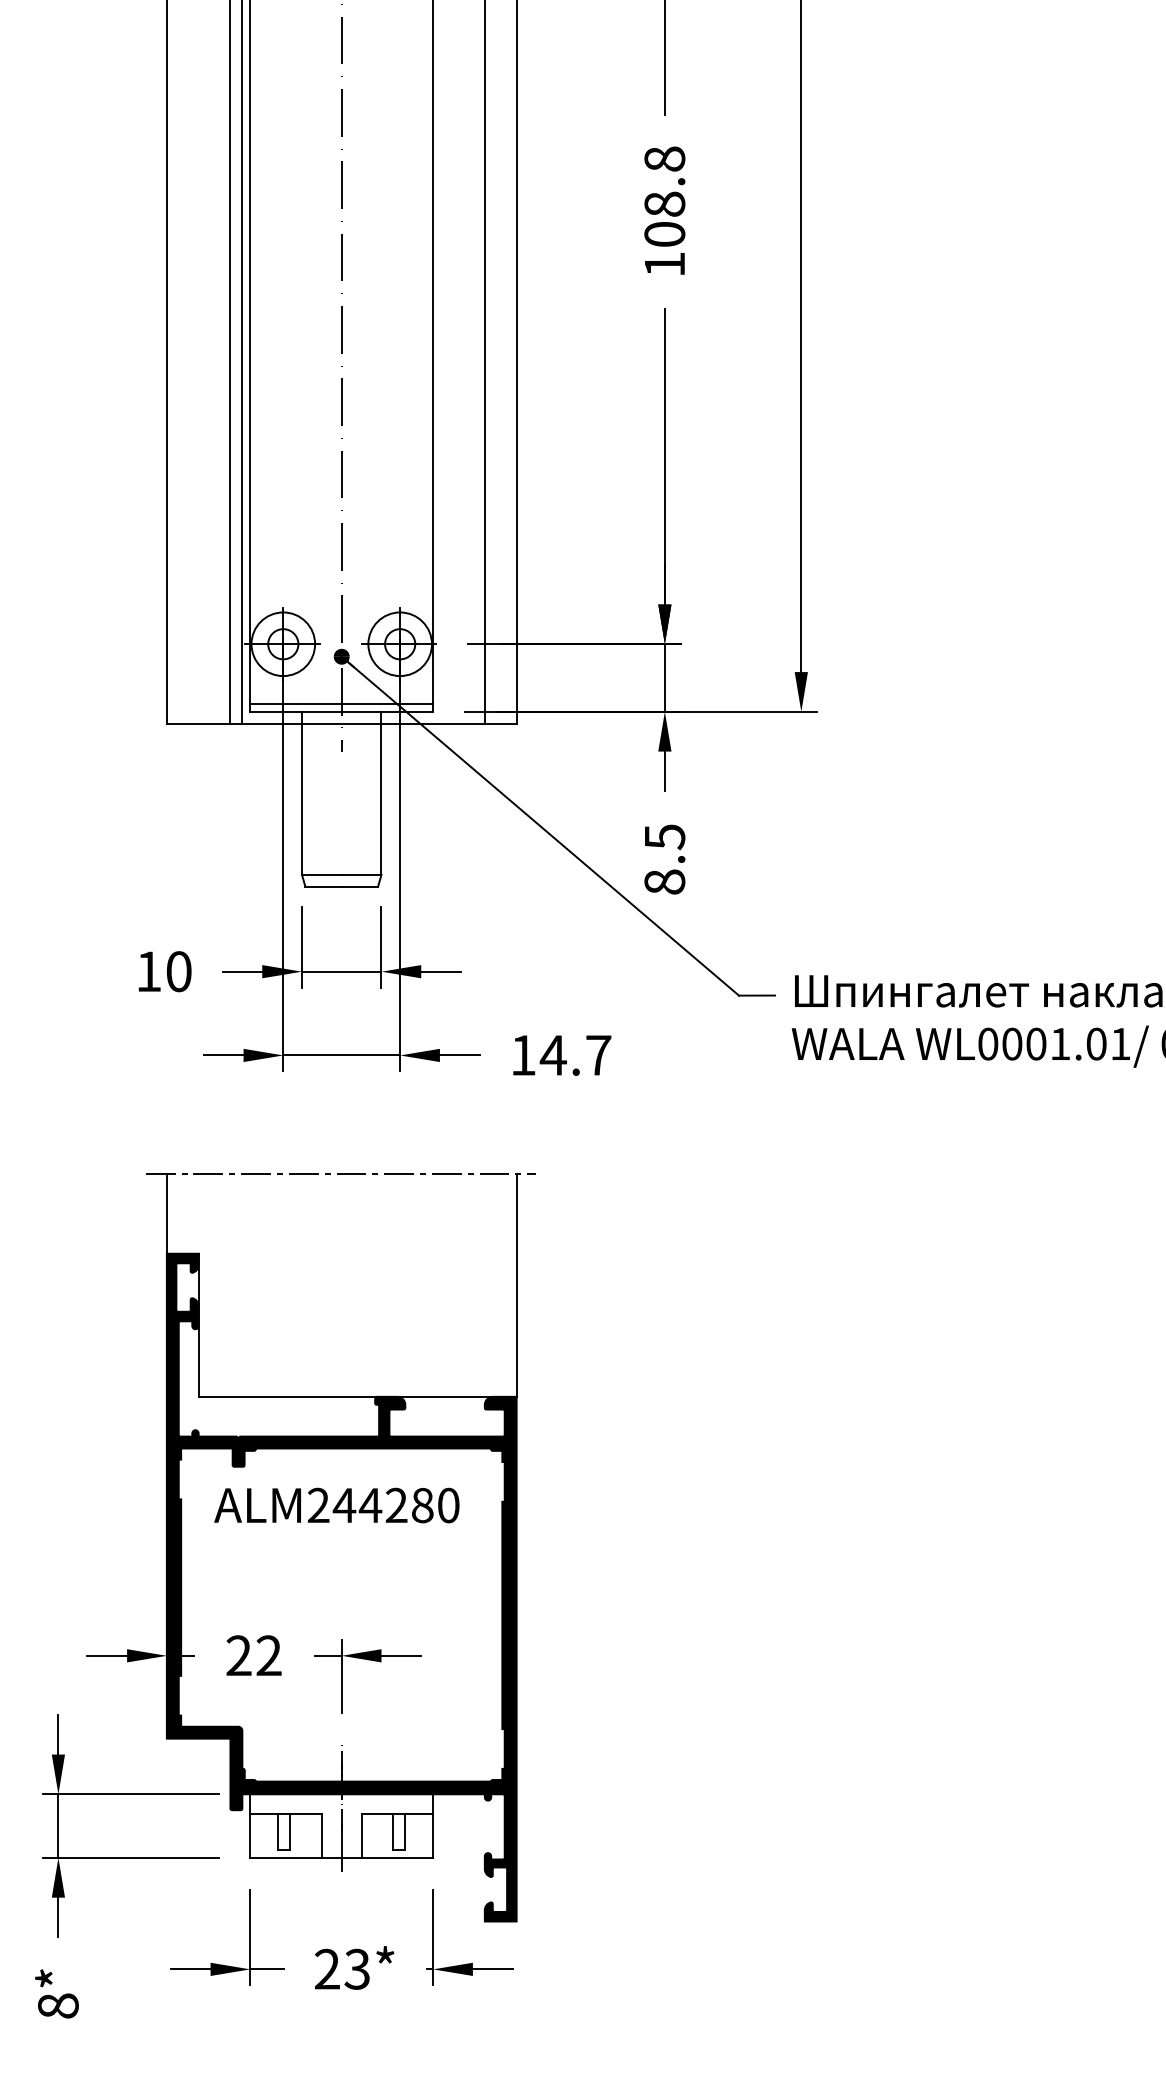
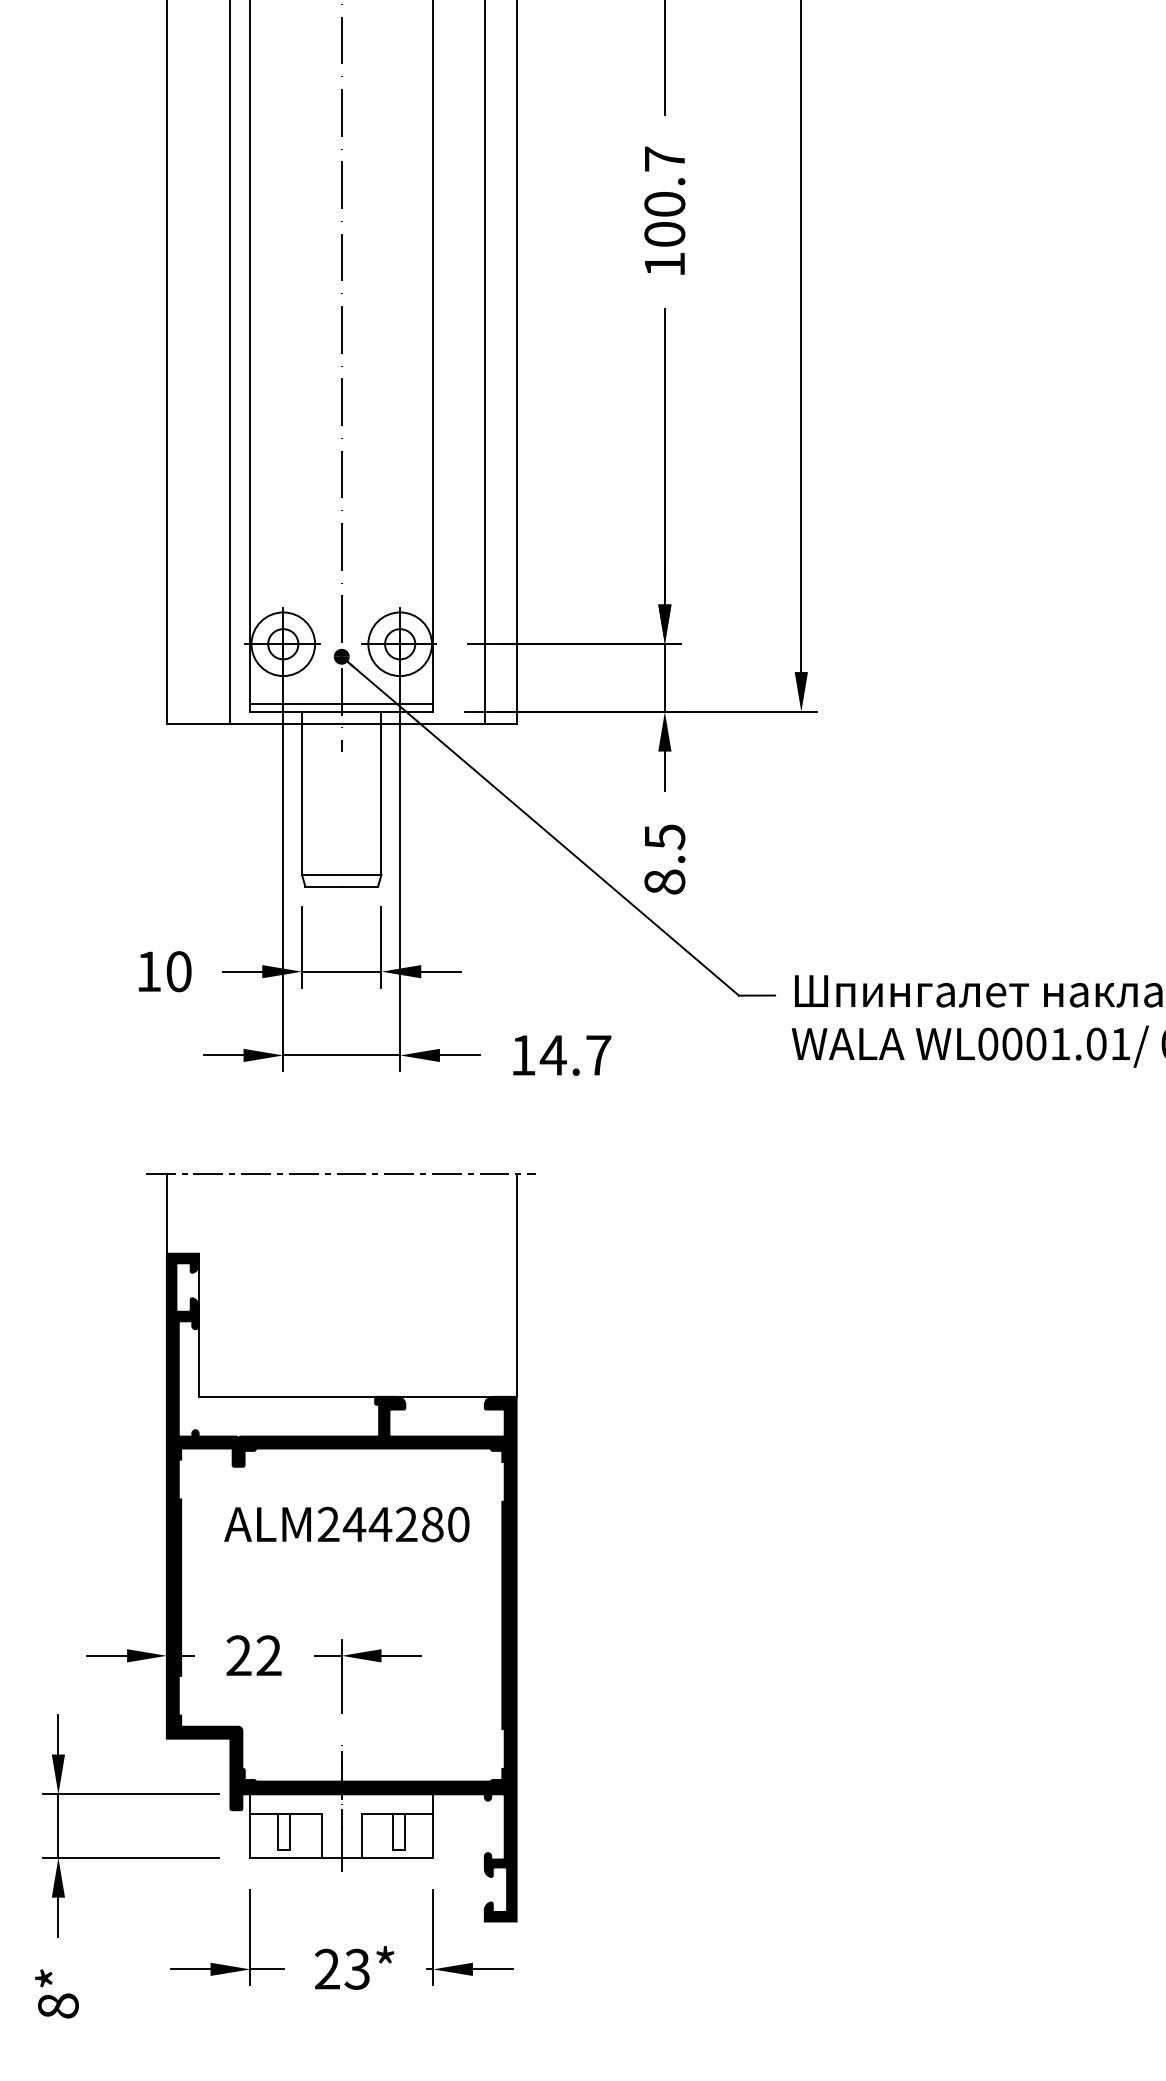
text at (664, 181): 108.8 -> 100.7
line at (242, 362): present -> none
text at (336, 1505) position: (336, 1505) -> (346, 1524)
